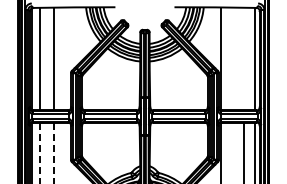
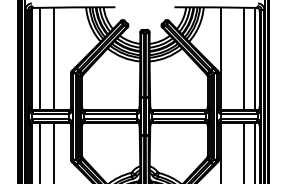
line at (243, 58): none -> present
line at (39, 153): dashed -> solid
line at (54, 153): dashed -> solid
